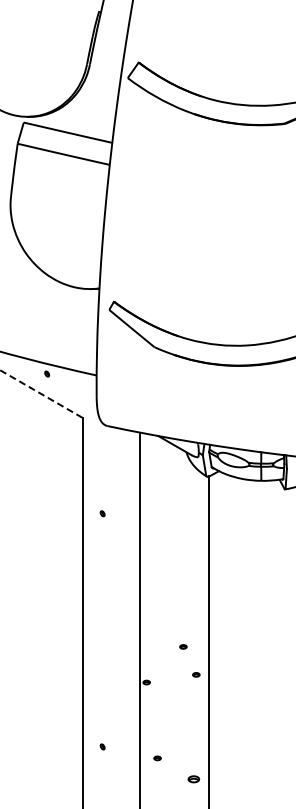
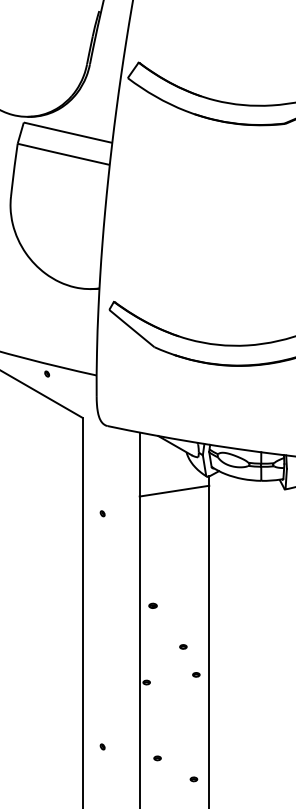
line at (41, 393): dashed -> solid
line at (174, 490): none -> present
part at (152, 605): none -> present
part at (193, 779) size: 14x9 px -> 10x7 px
